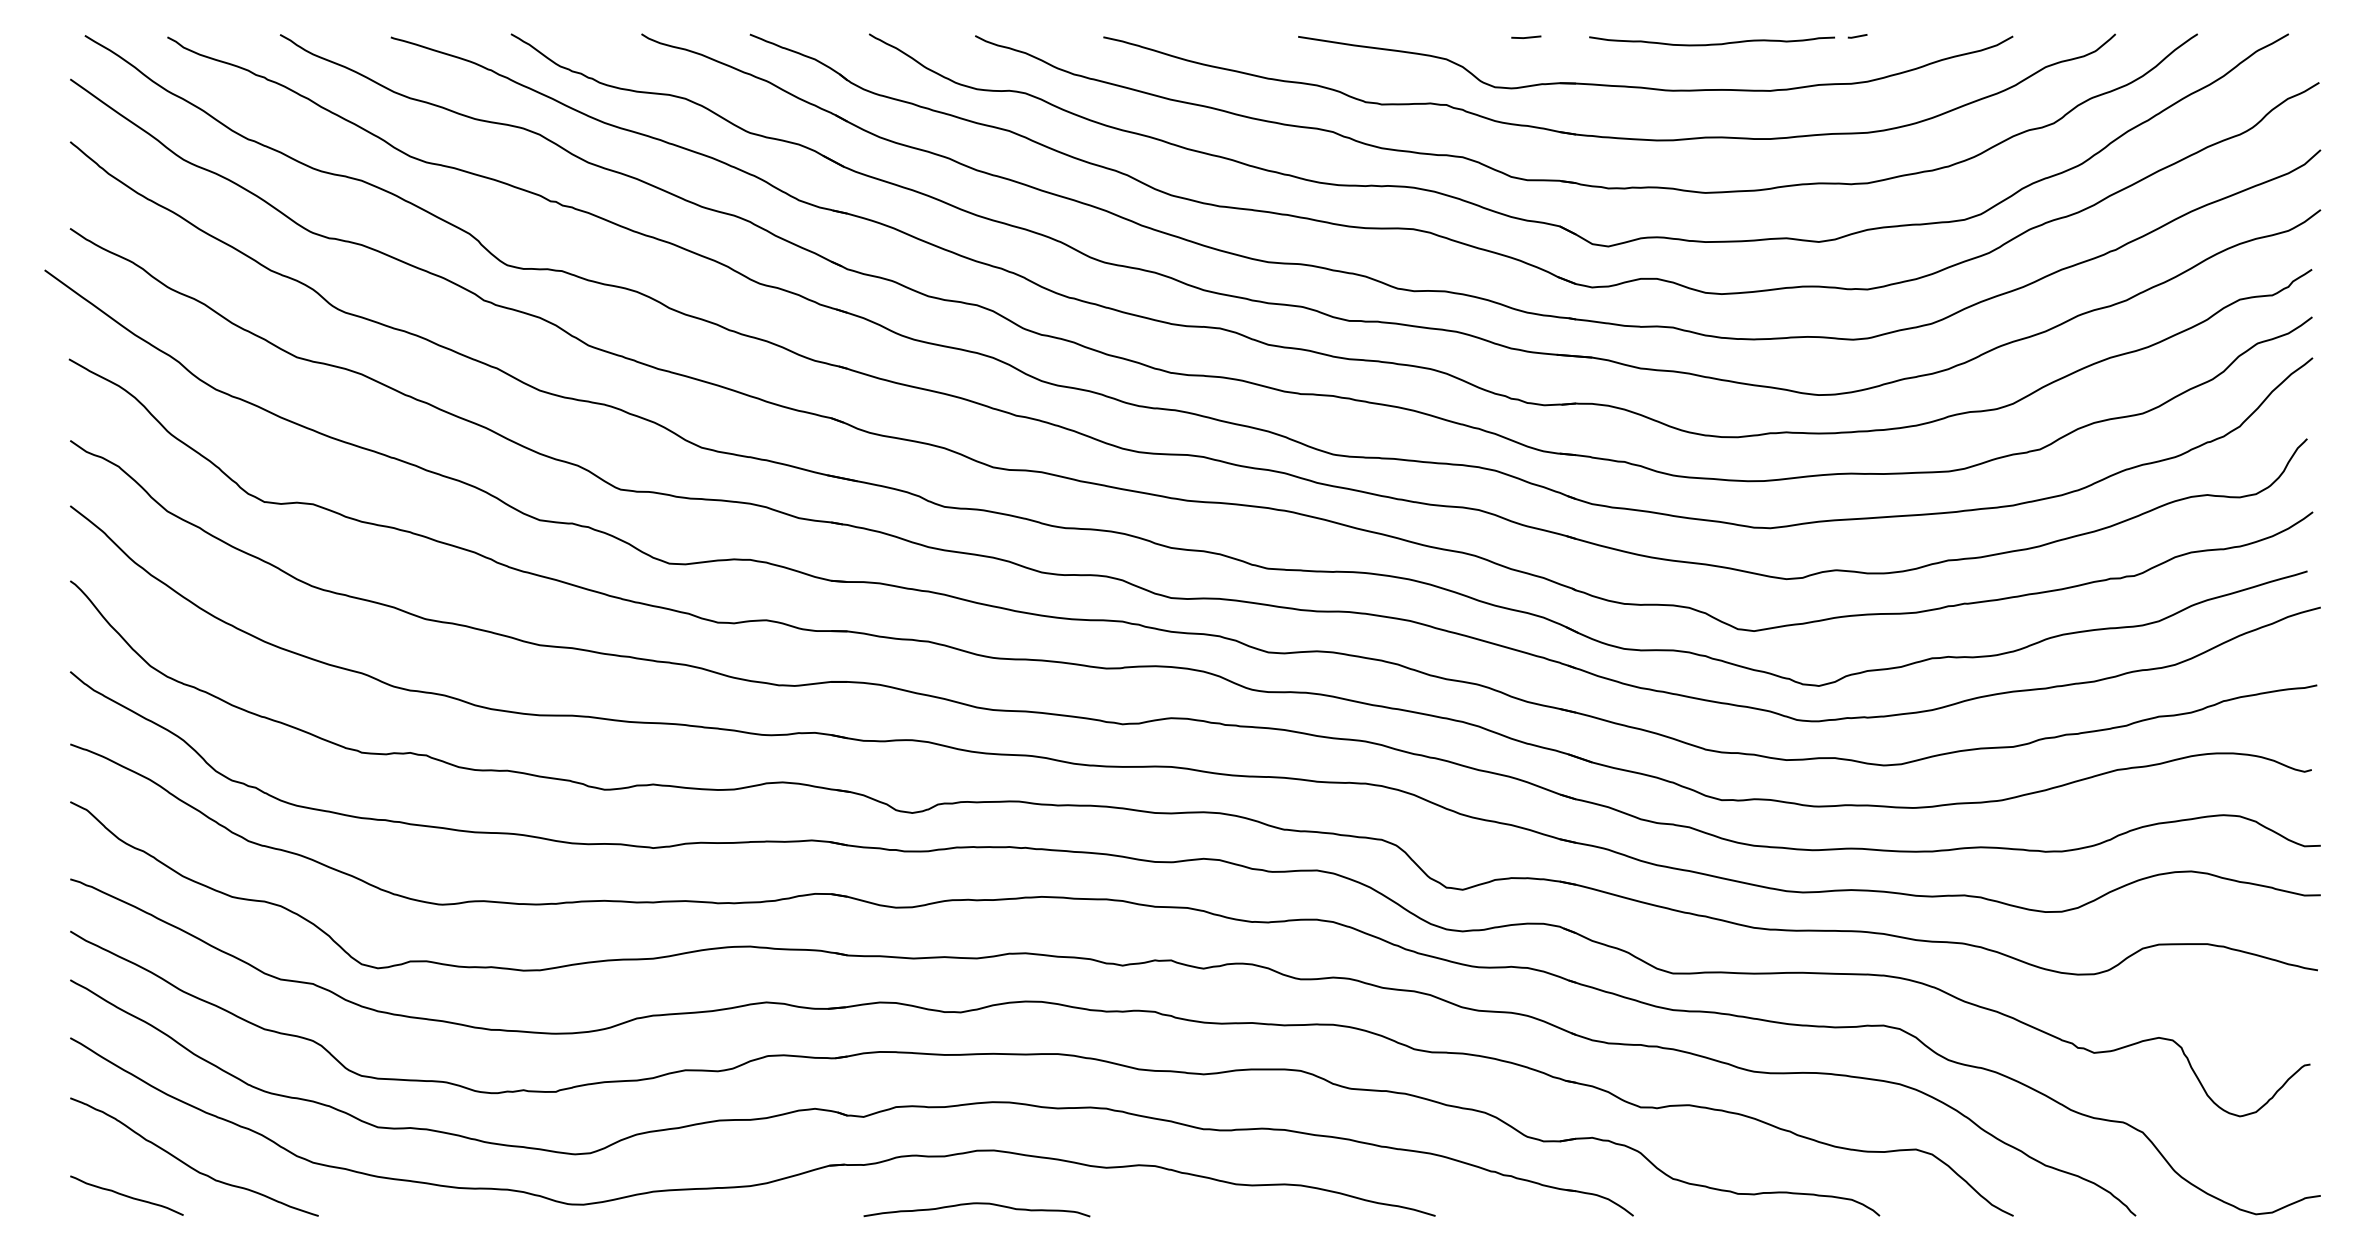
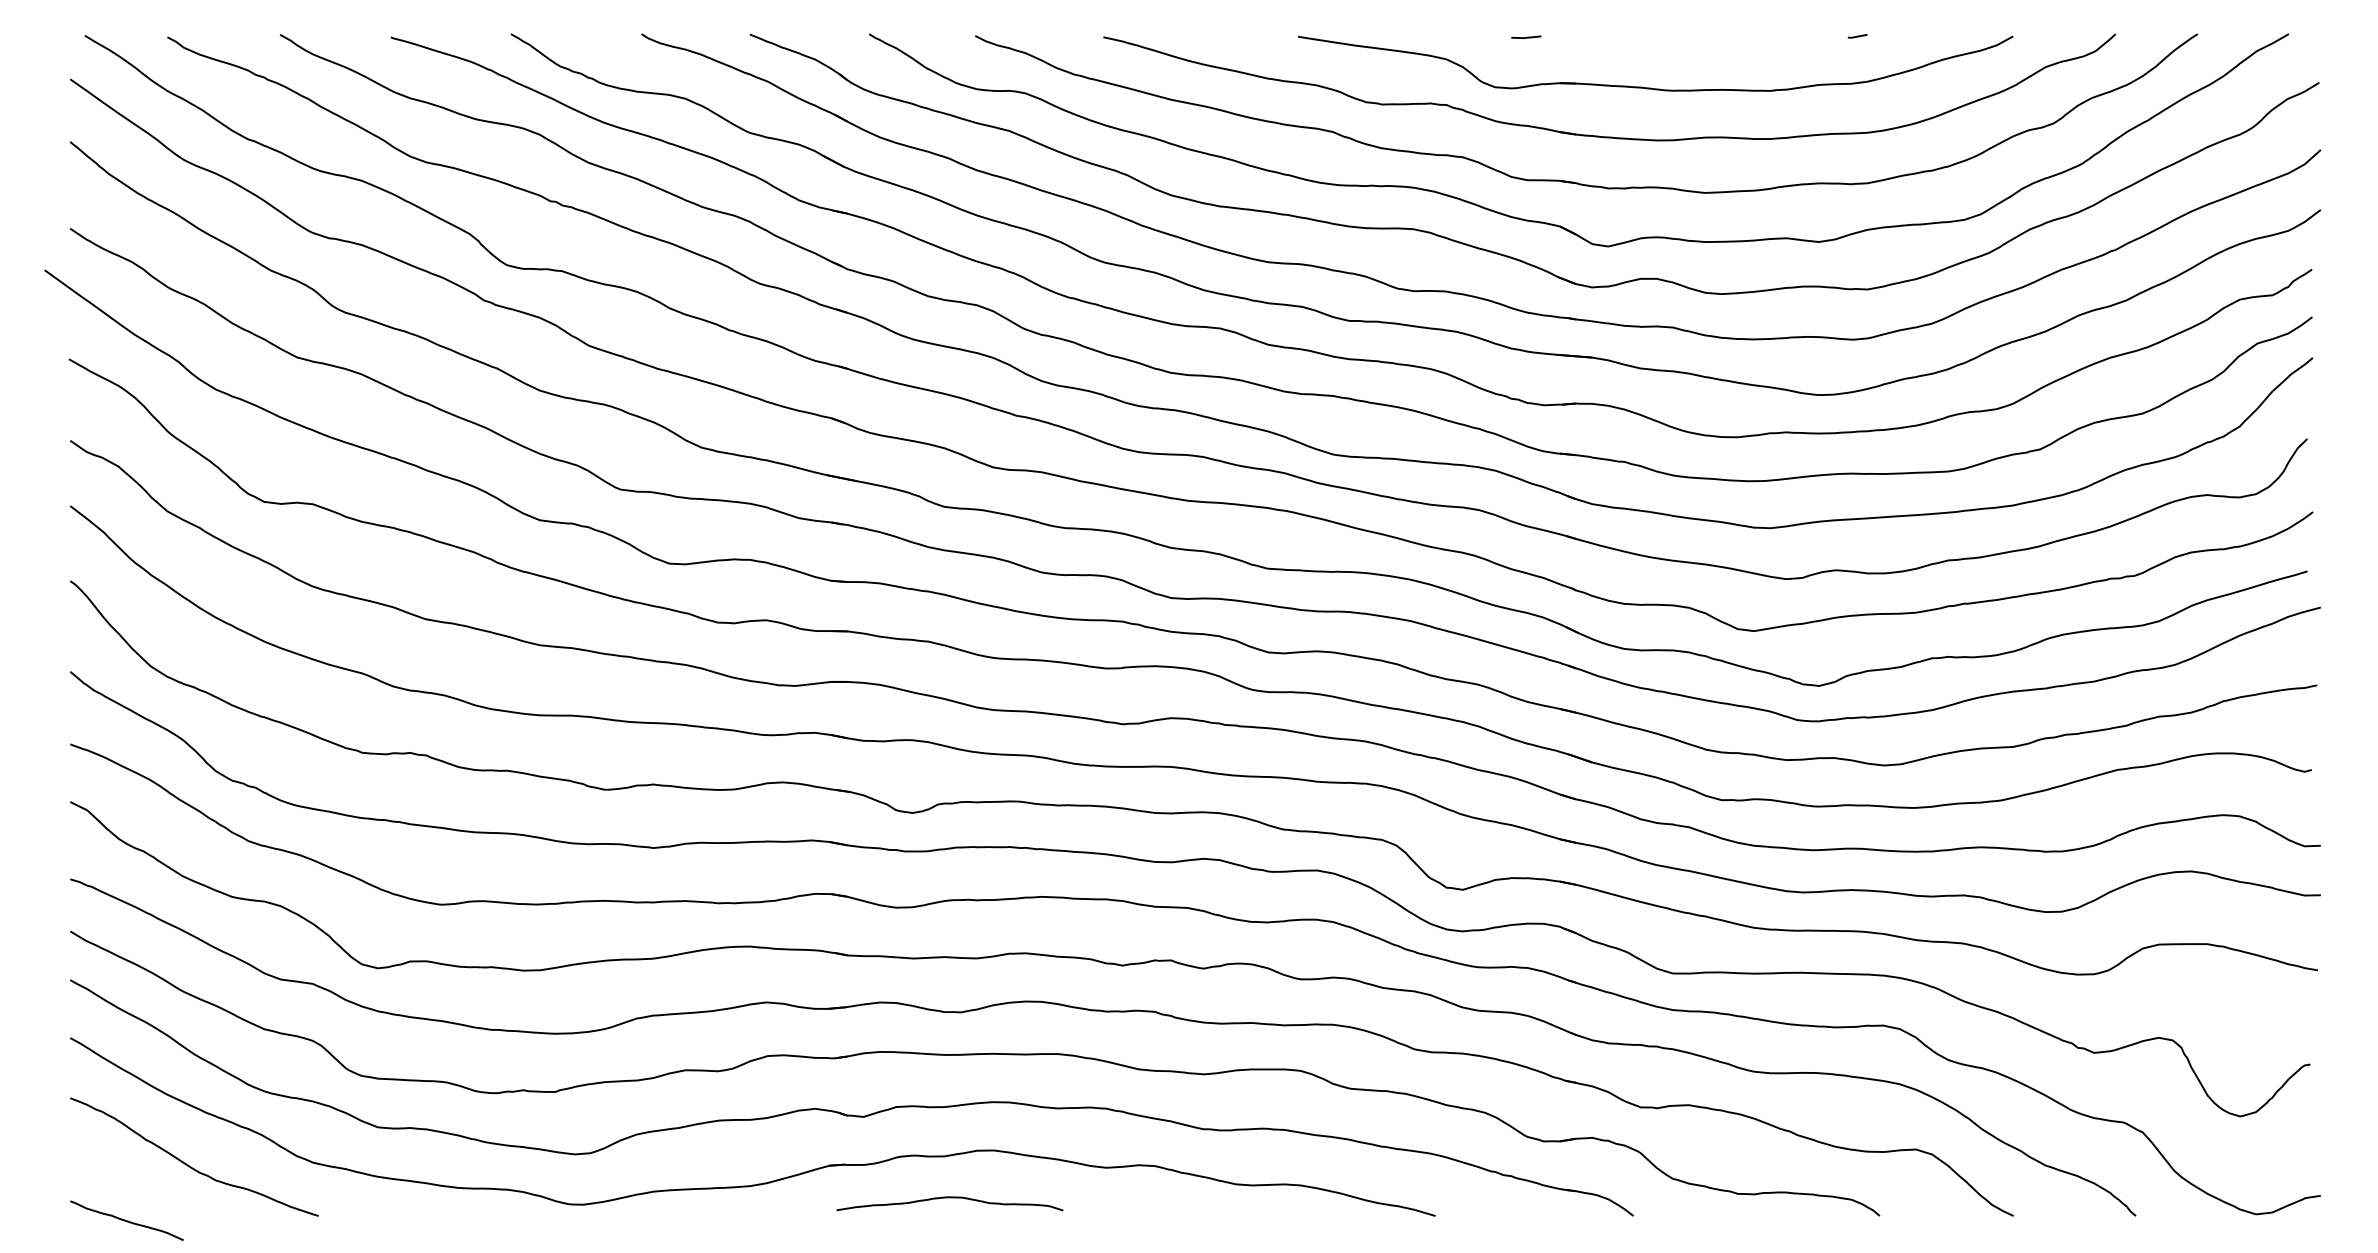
curve at (1711, 43): present -> none
curve at (126, 1195) position: (126, 1195) -> (126, 1220)
curve at (976, 1204) position: (976, 1204) -> (949, 1198)
